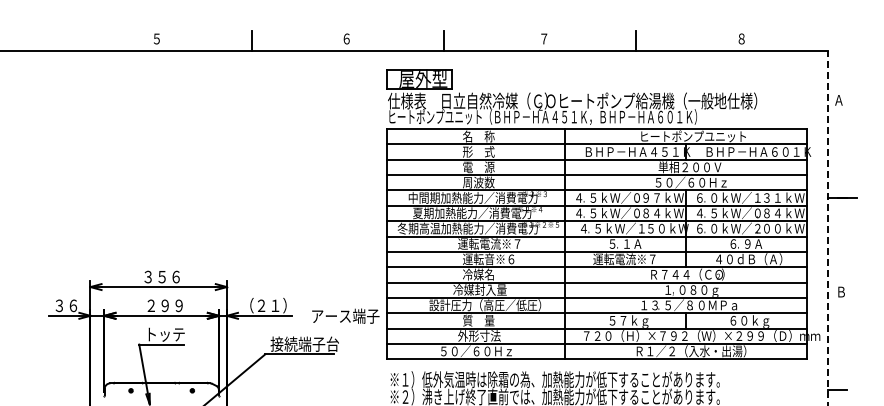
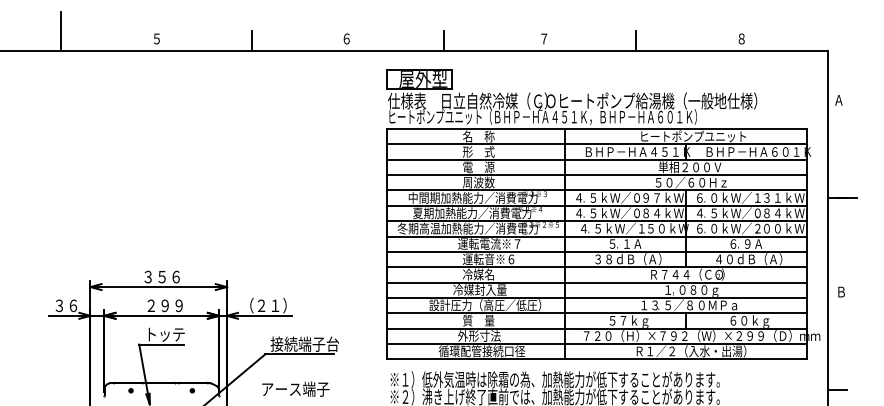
line at (60, 31): none -> present
line at (827, 227): dashed -> solid
text at (627, 259): 運転電流※７ -> ３８ｄＢ（Ａ）
text at (345, 315) position: (345, 315) -> (295, 388)
text at (481, 351): ５０／６０Ｈｚ -> 循環配管接続口径
